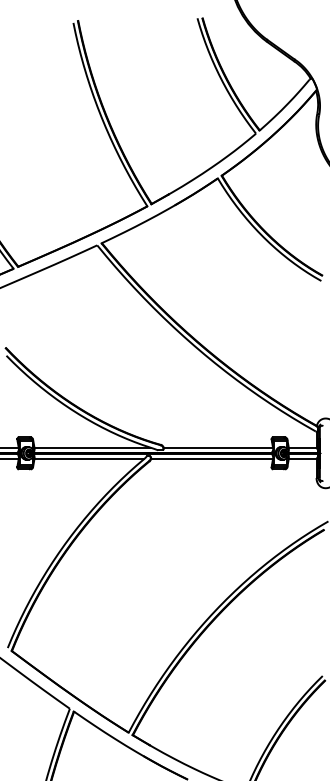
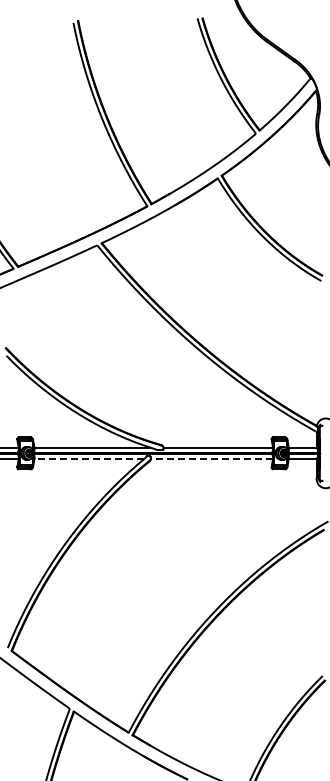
line at (89, 458): solid -> dashed
line at (212, 458): solid -> dashed
